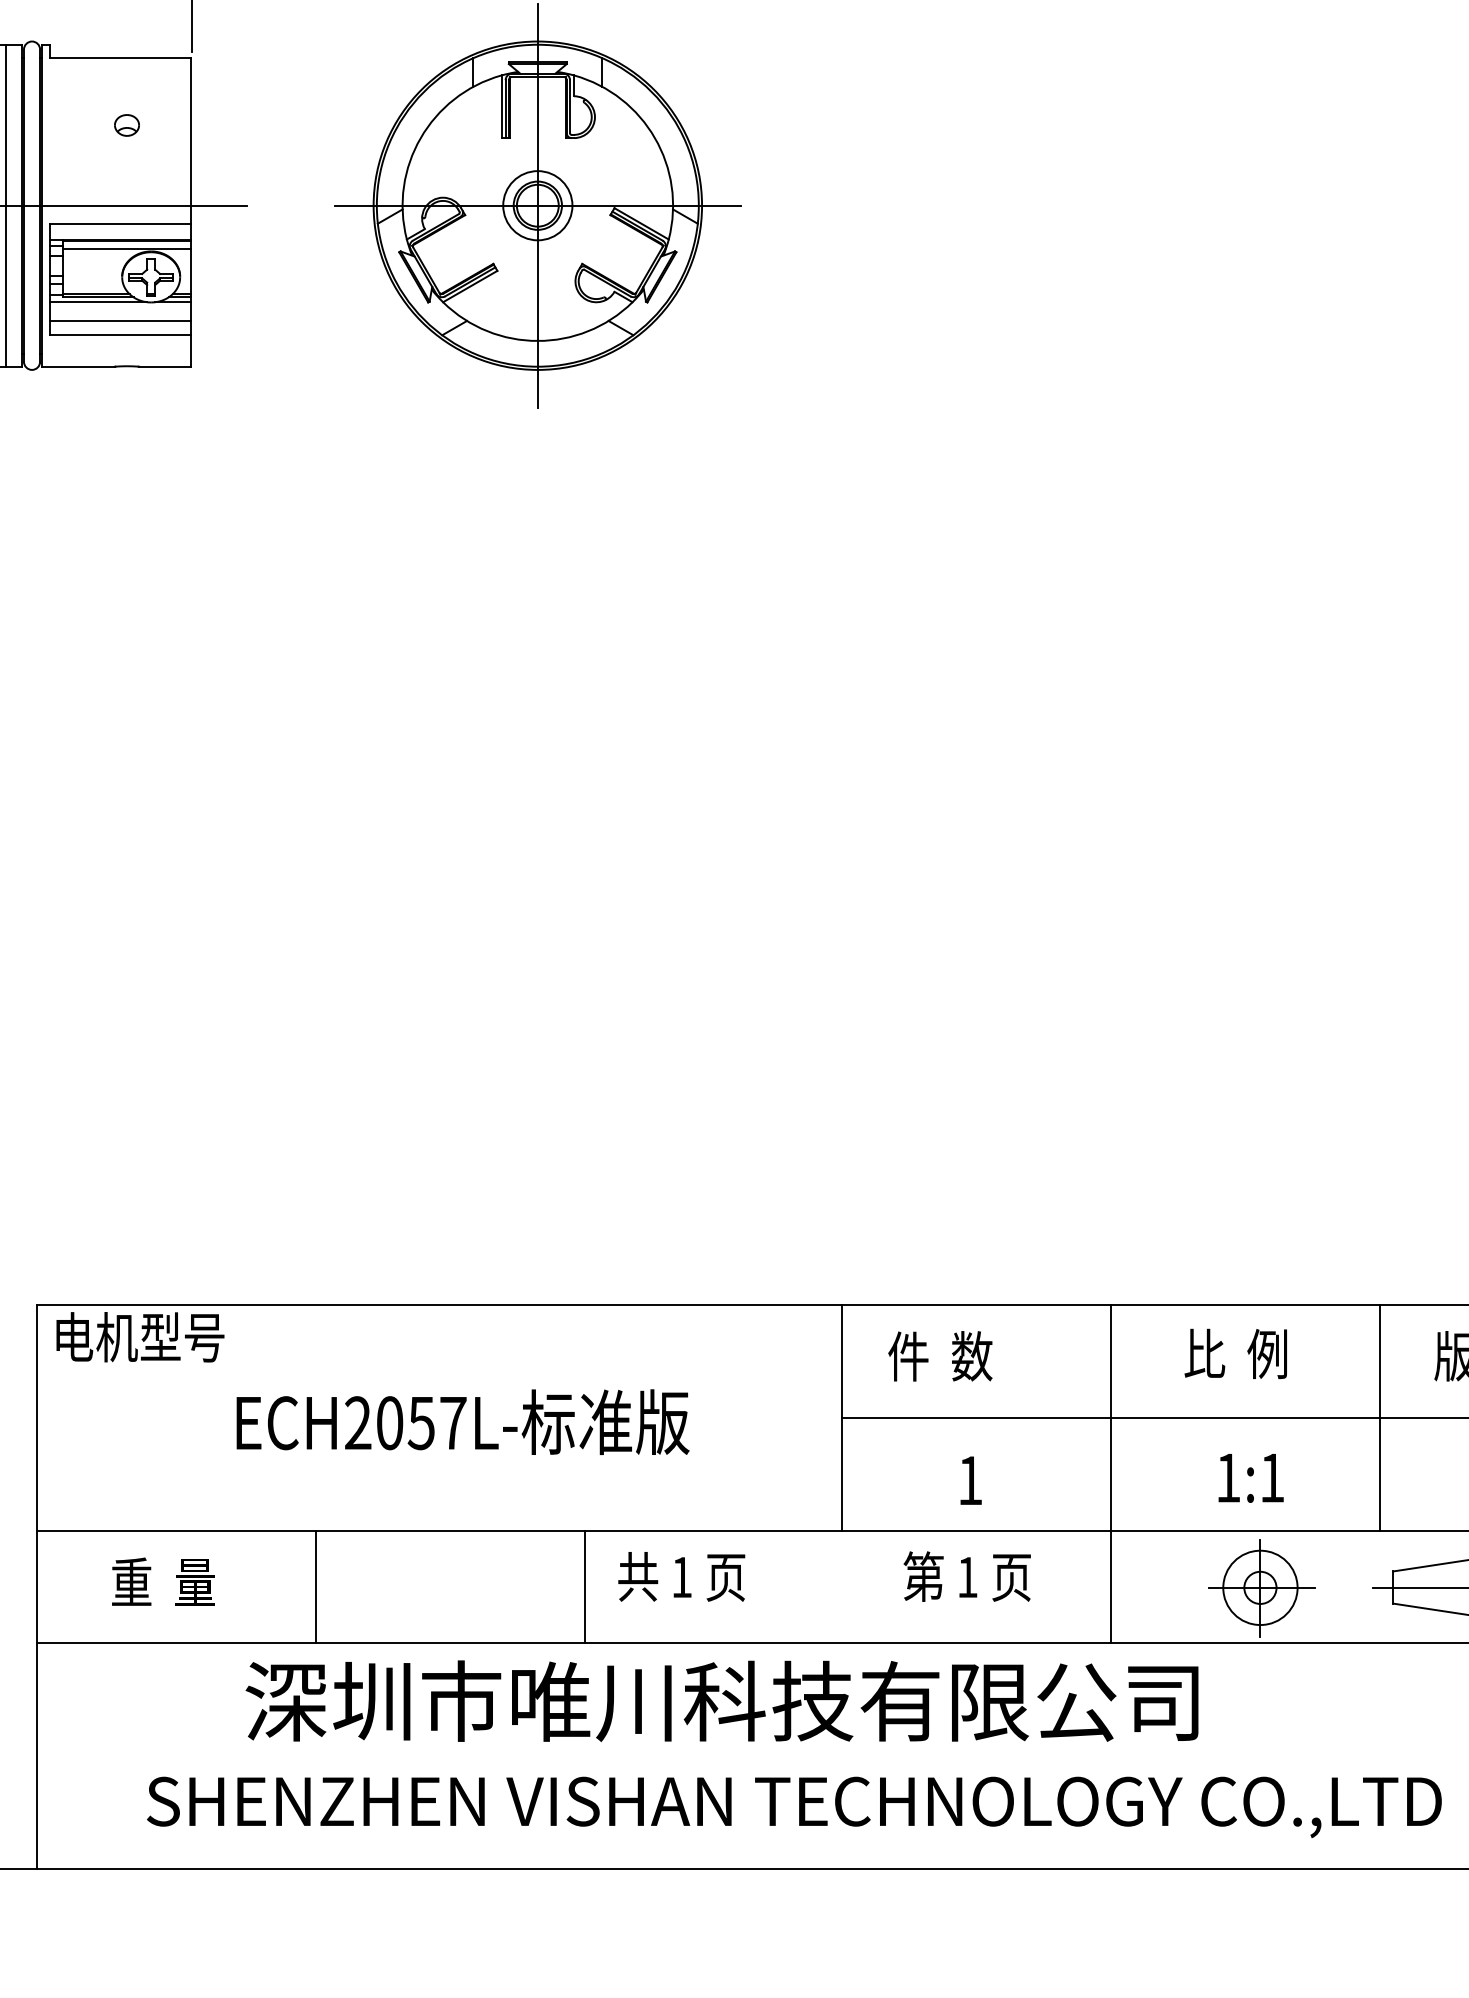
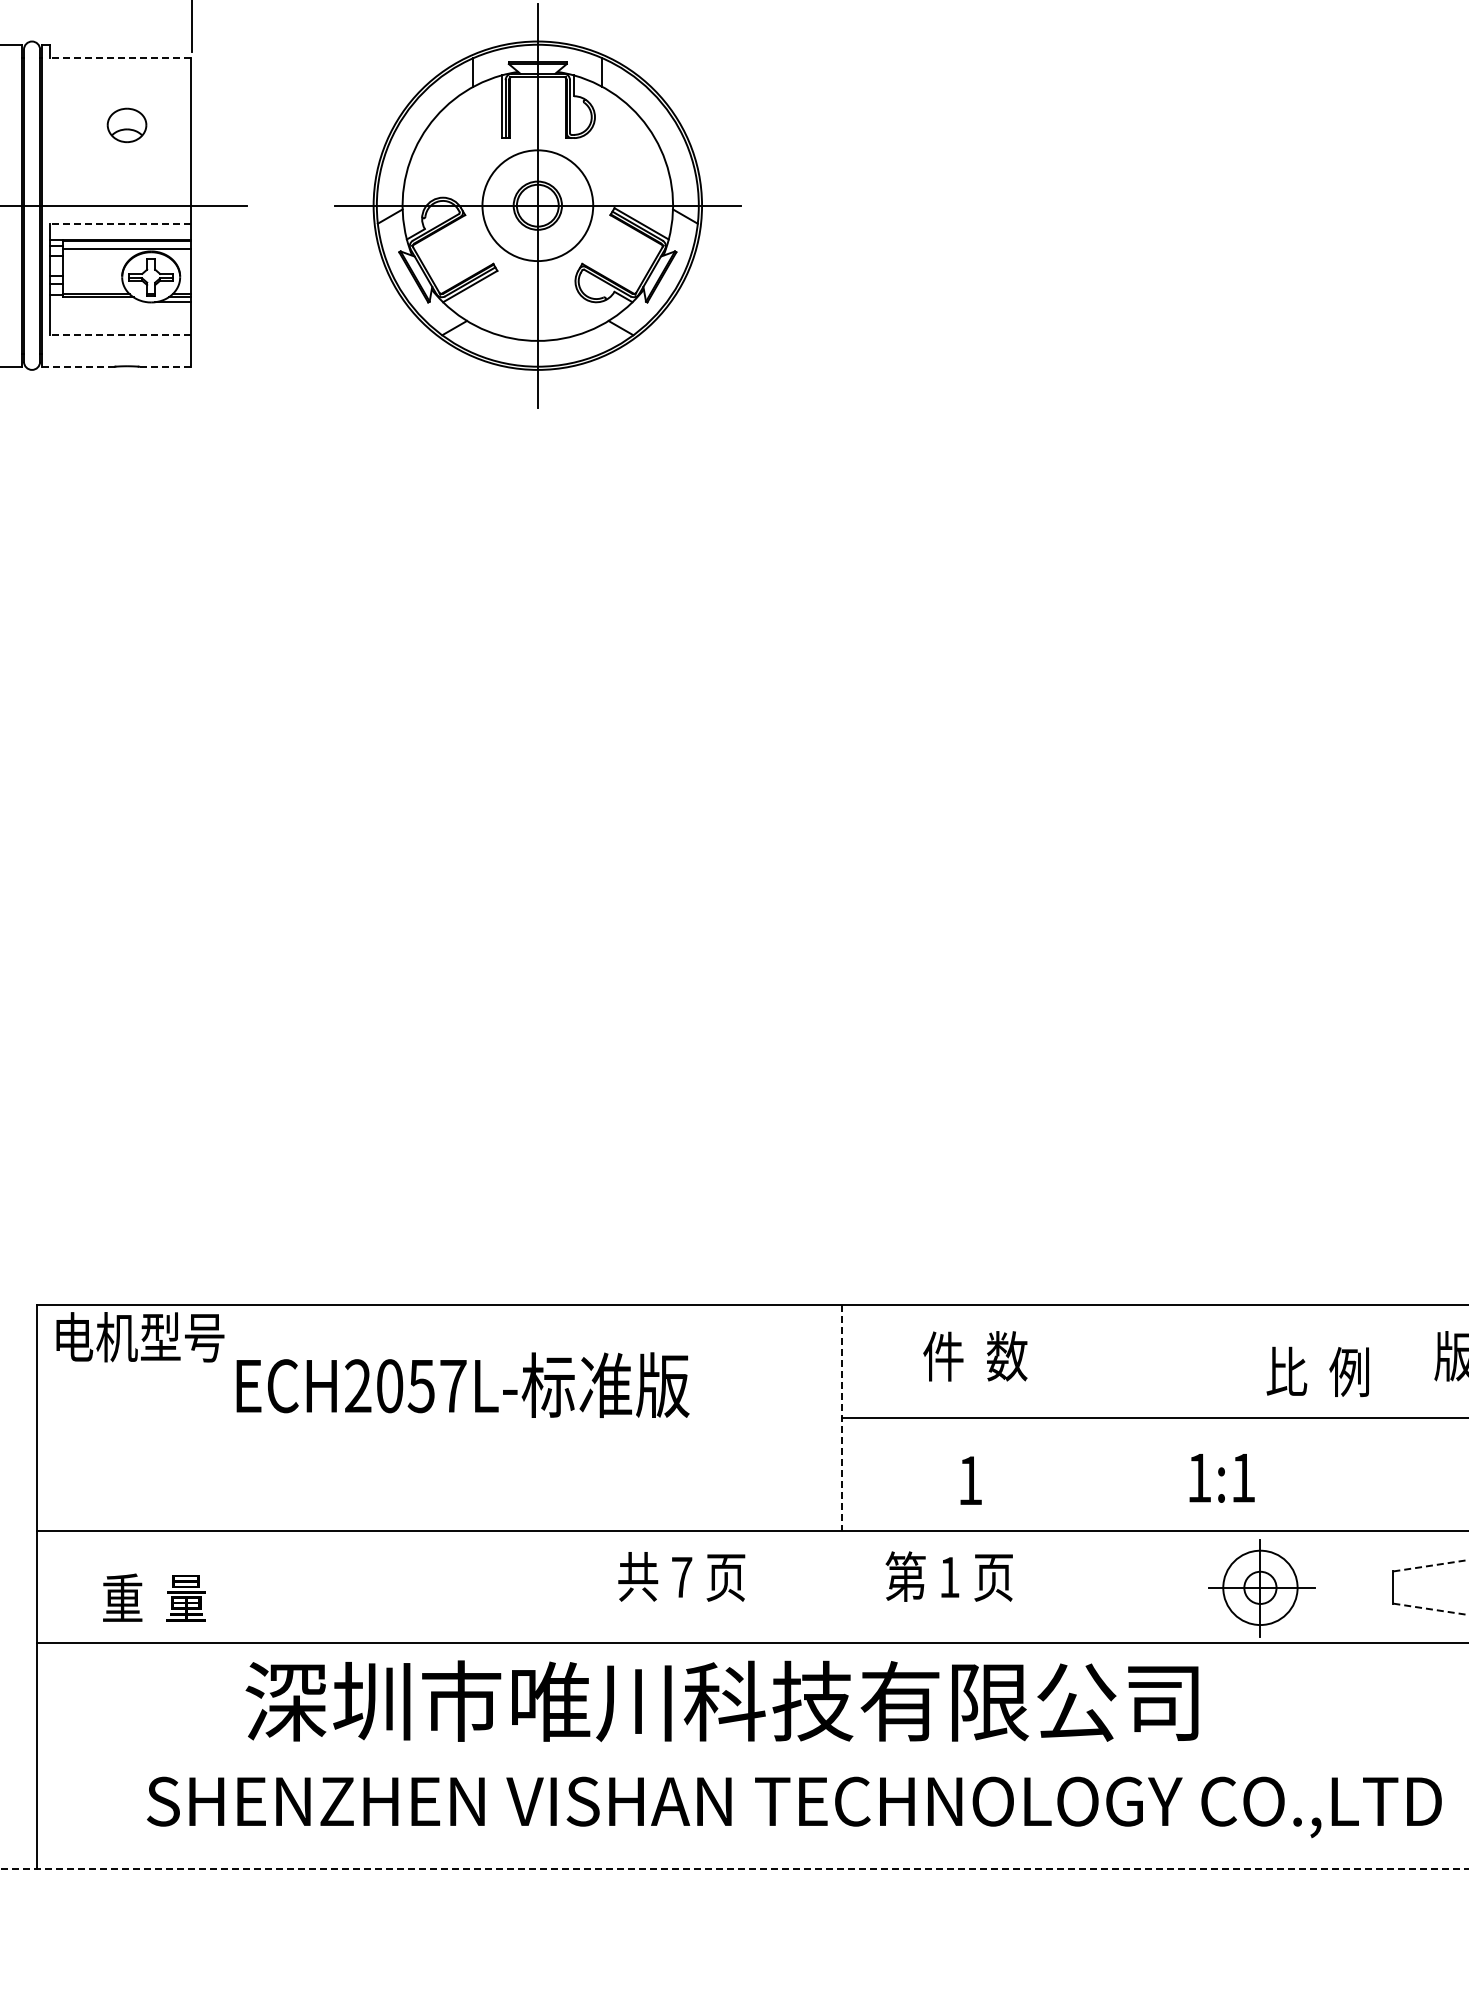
line at (120, 58): solid -> dashed
part at (126, 125) size: 26x23 px -> 42x37 px
line at (6, 205): present -> none
circle at (537, 205) diameter: 69 px -> 111 px
line at (120, 223): solid -> dashed
line at (98, 302): present -> none
line at (120, 320): present -> none
line at (120, 335): solid -> dashed
line at (78, 366): solid -> dashed
line at (164, 366): solid -> dashed
text at (1235, 1353) position: (1235, 1353) -> (1317, 1371)
text at (940, 1356) position: (940, 1356) -> (975, 1356)
line at (1379, 1417): present -> none
line at (842, 1418): solid -> dashed
text at (462, 1421) position: (462, 1421) -> (462, 1384)
line at (1111, 1474): present -> none
text at (1250, 1478) position: (1250, 1478) -> (1221, 1478)
line at (1430, 1565): solid -> dashed
text at (966, 1576) position: (966, 1576) -> (948, 1576)
text at (682, 1577): 1 -> 7
text at (163, 1581) position: (163, 1581) -> (154, 1597)
line at (315, 1586): present -> none
line at (584, 1586): present -> none
line at (1418, 1587): present -> none
line at (1430, 1609): solid -> dashed
line at (734, 1868): solid -> dashed
